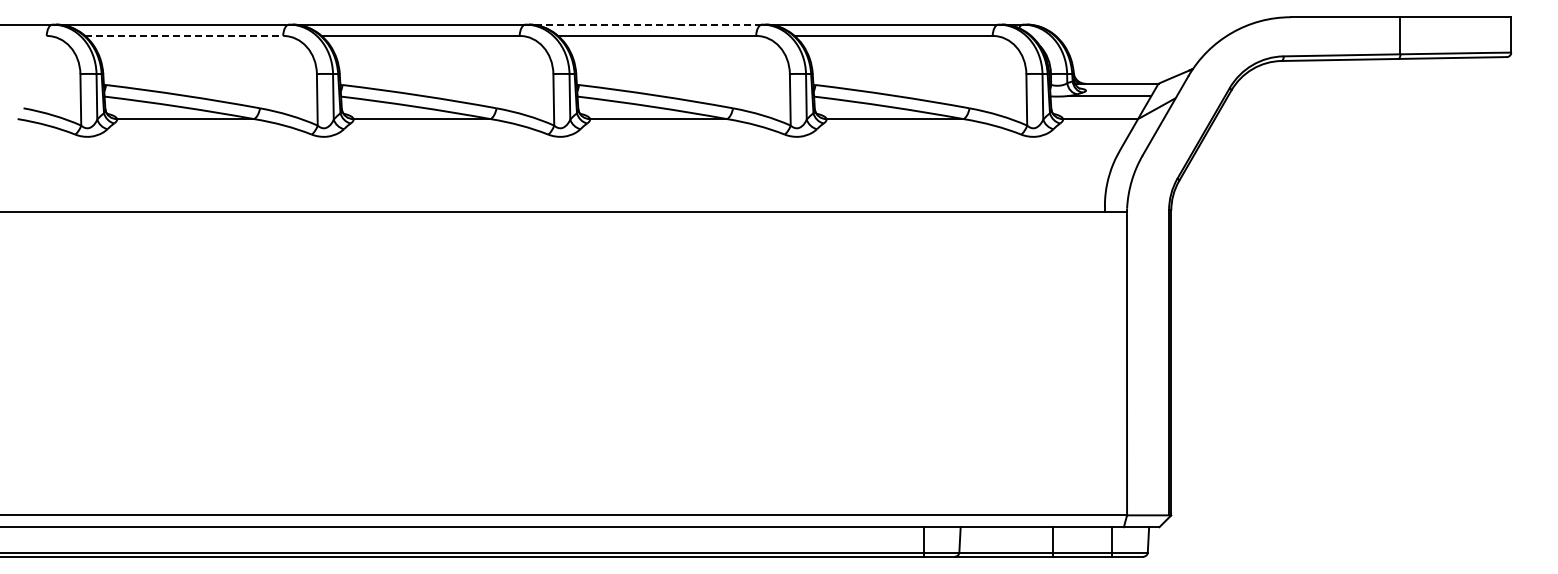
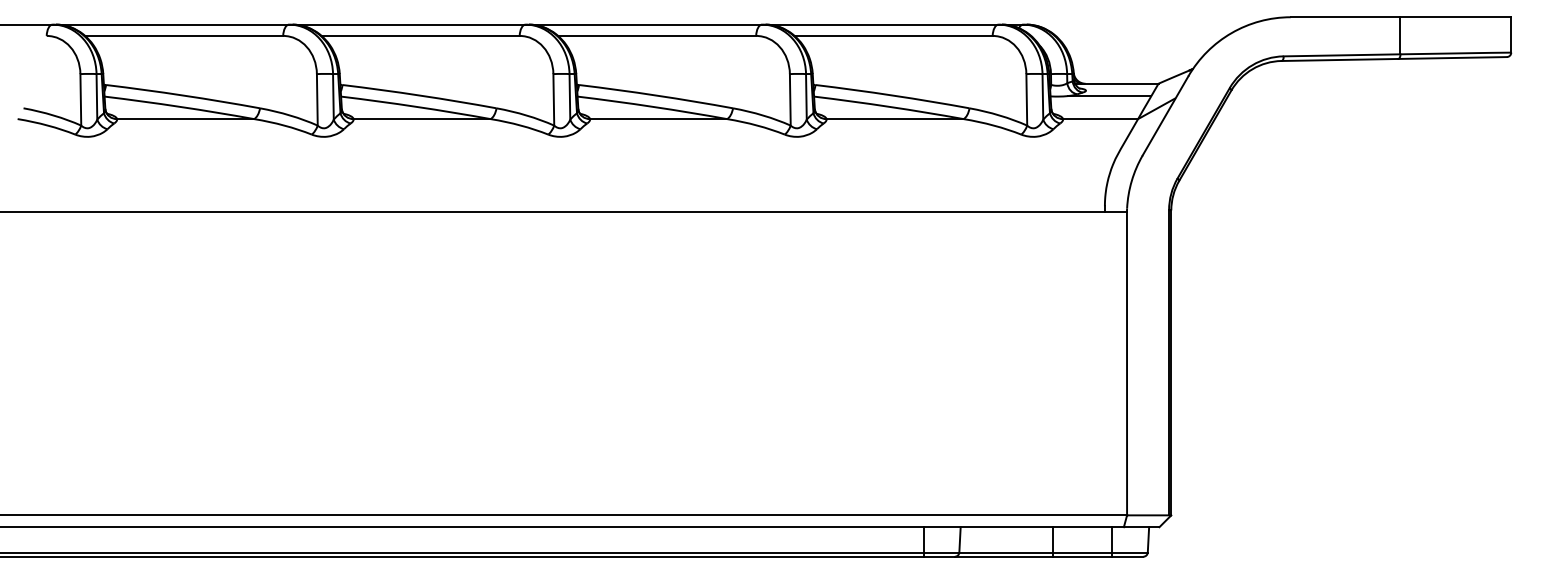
line at (645, 24): dashed -> solid
line at (184, 35): dashed -> solid
